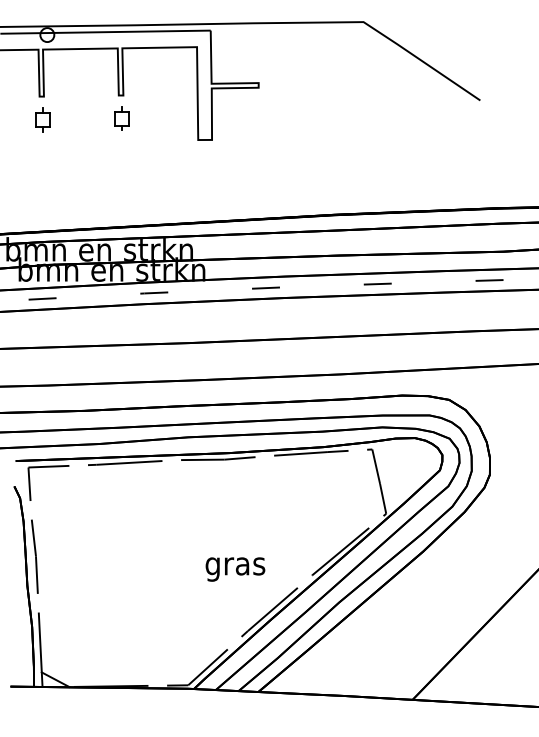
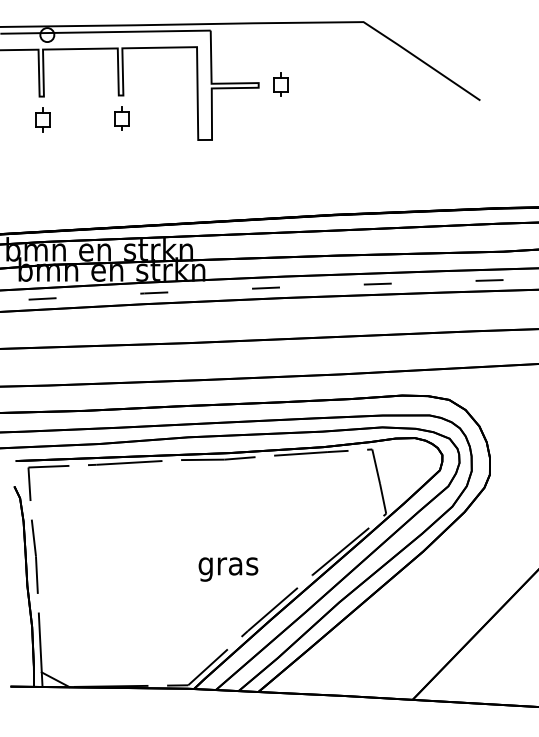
part at (280, 84): none -> present
text at (235, 569) position: (235, 569) -> (228, 569)
